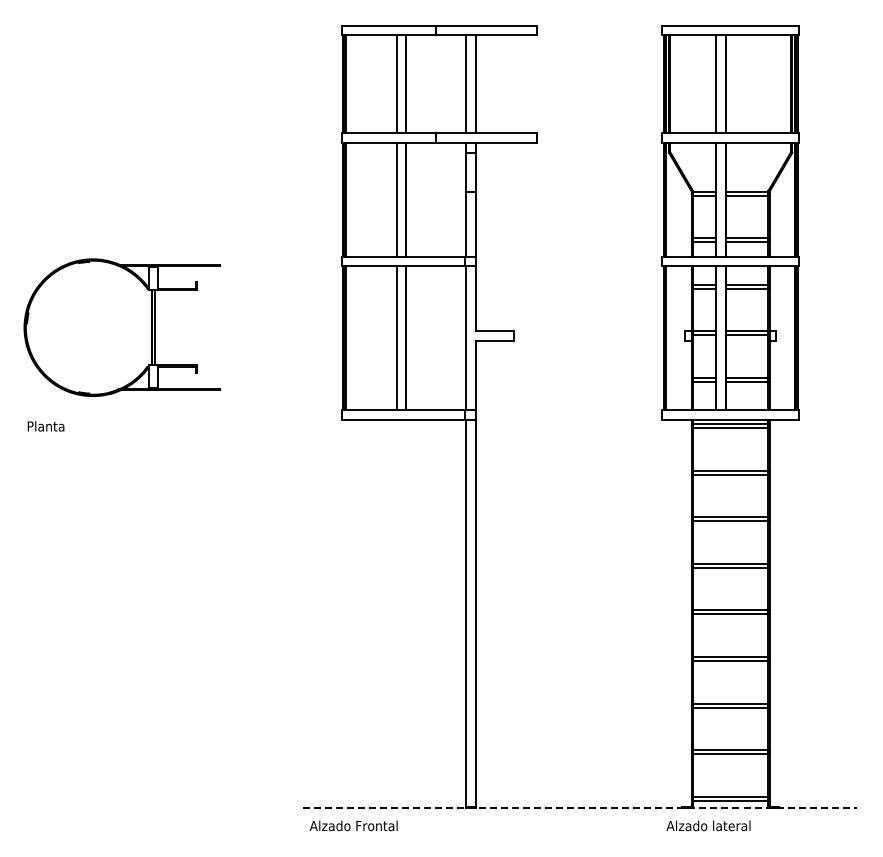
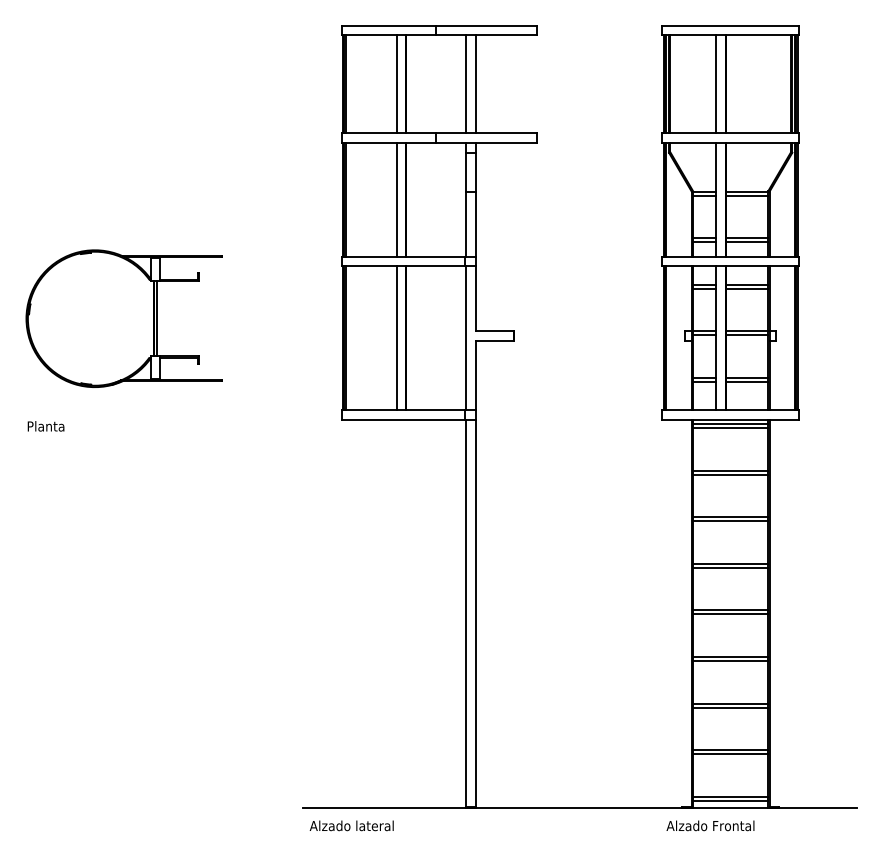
part at (121, 327) position: (121, 327) -> (123, 318)
line at (580, 808): dashed -> solid
text at (376, 825): Alzado Frontal -> Alzado lateral
text at (733, 825): Alzado lateral -> Alzado Frontal
